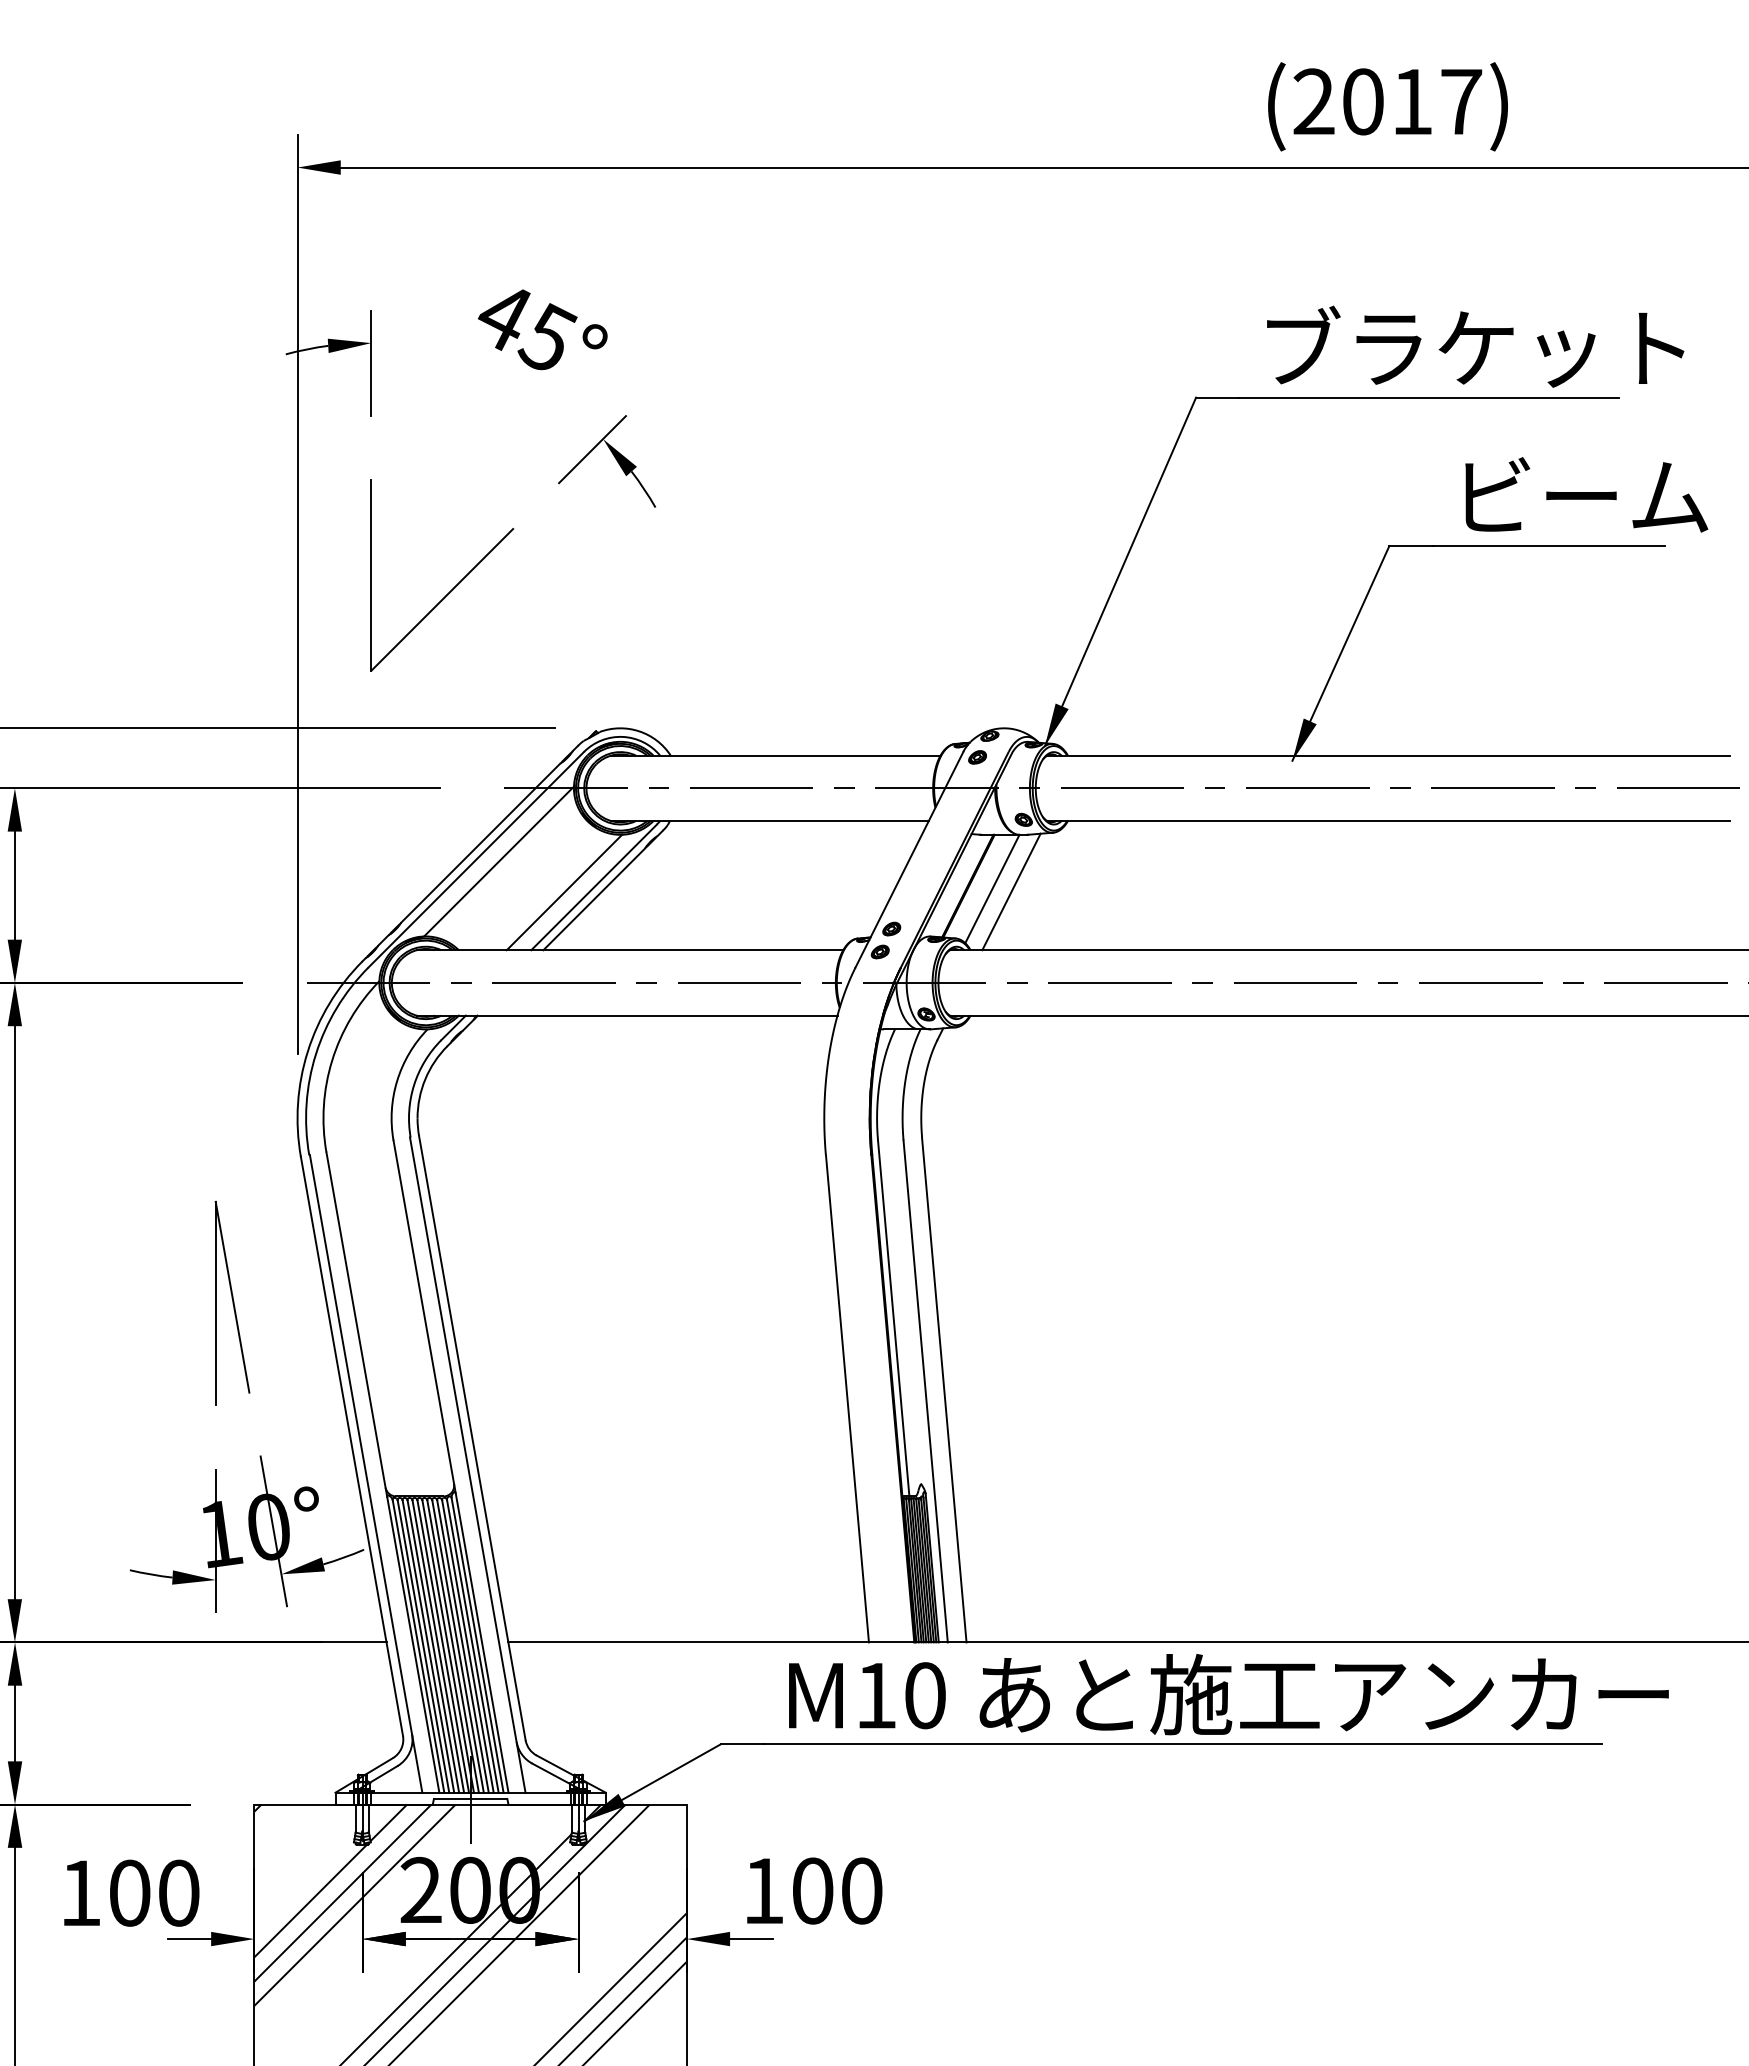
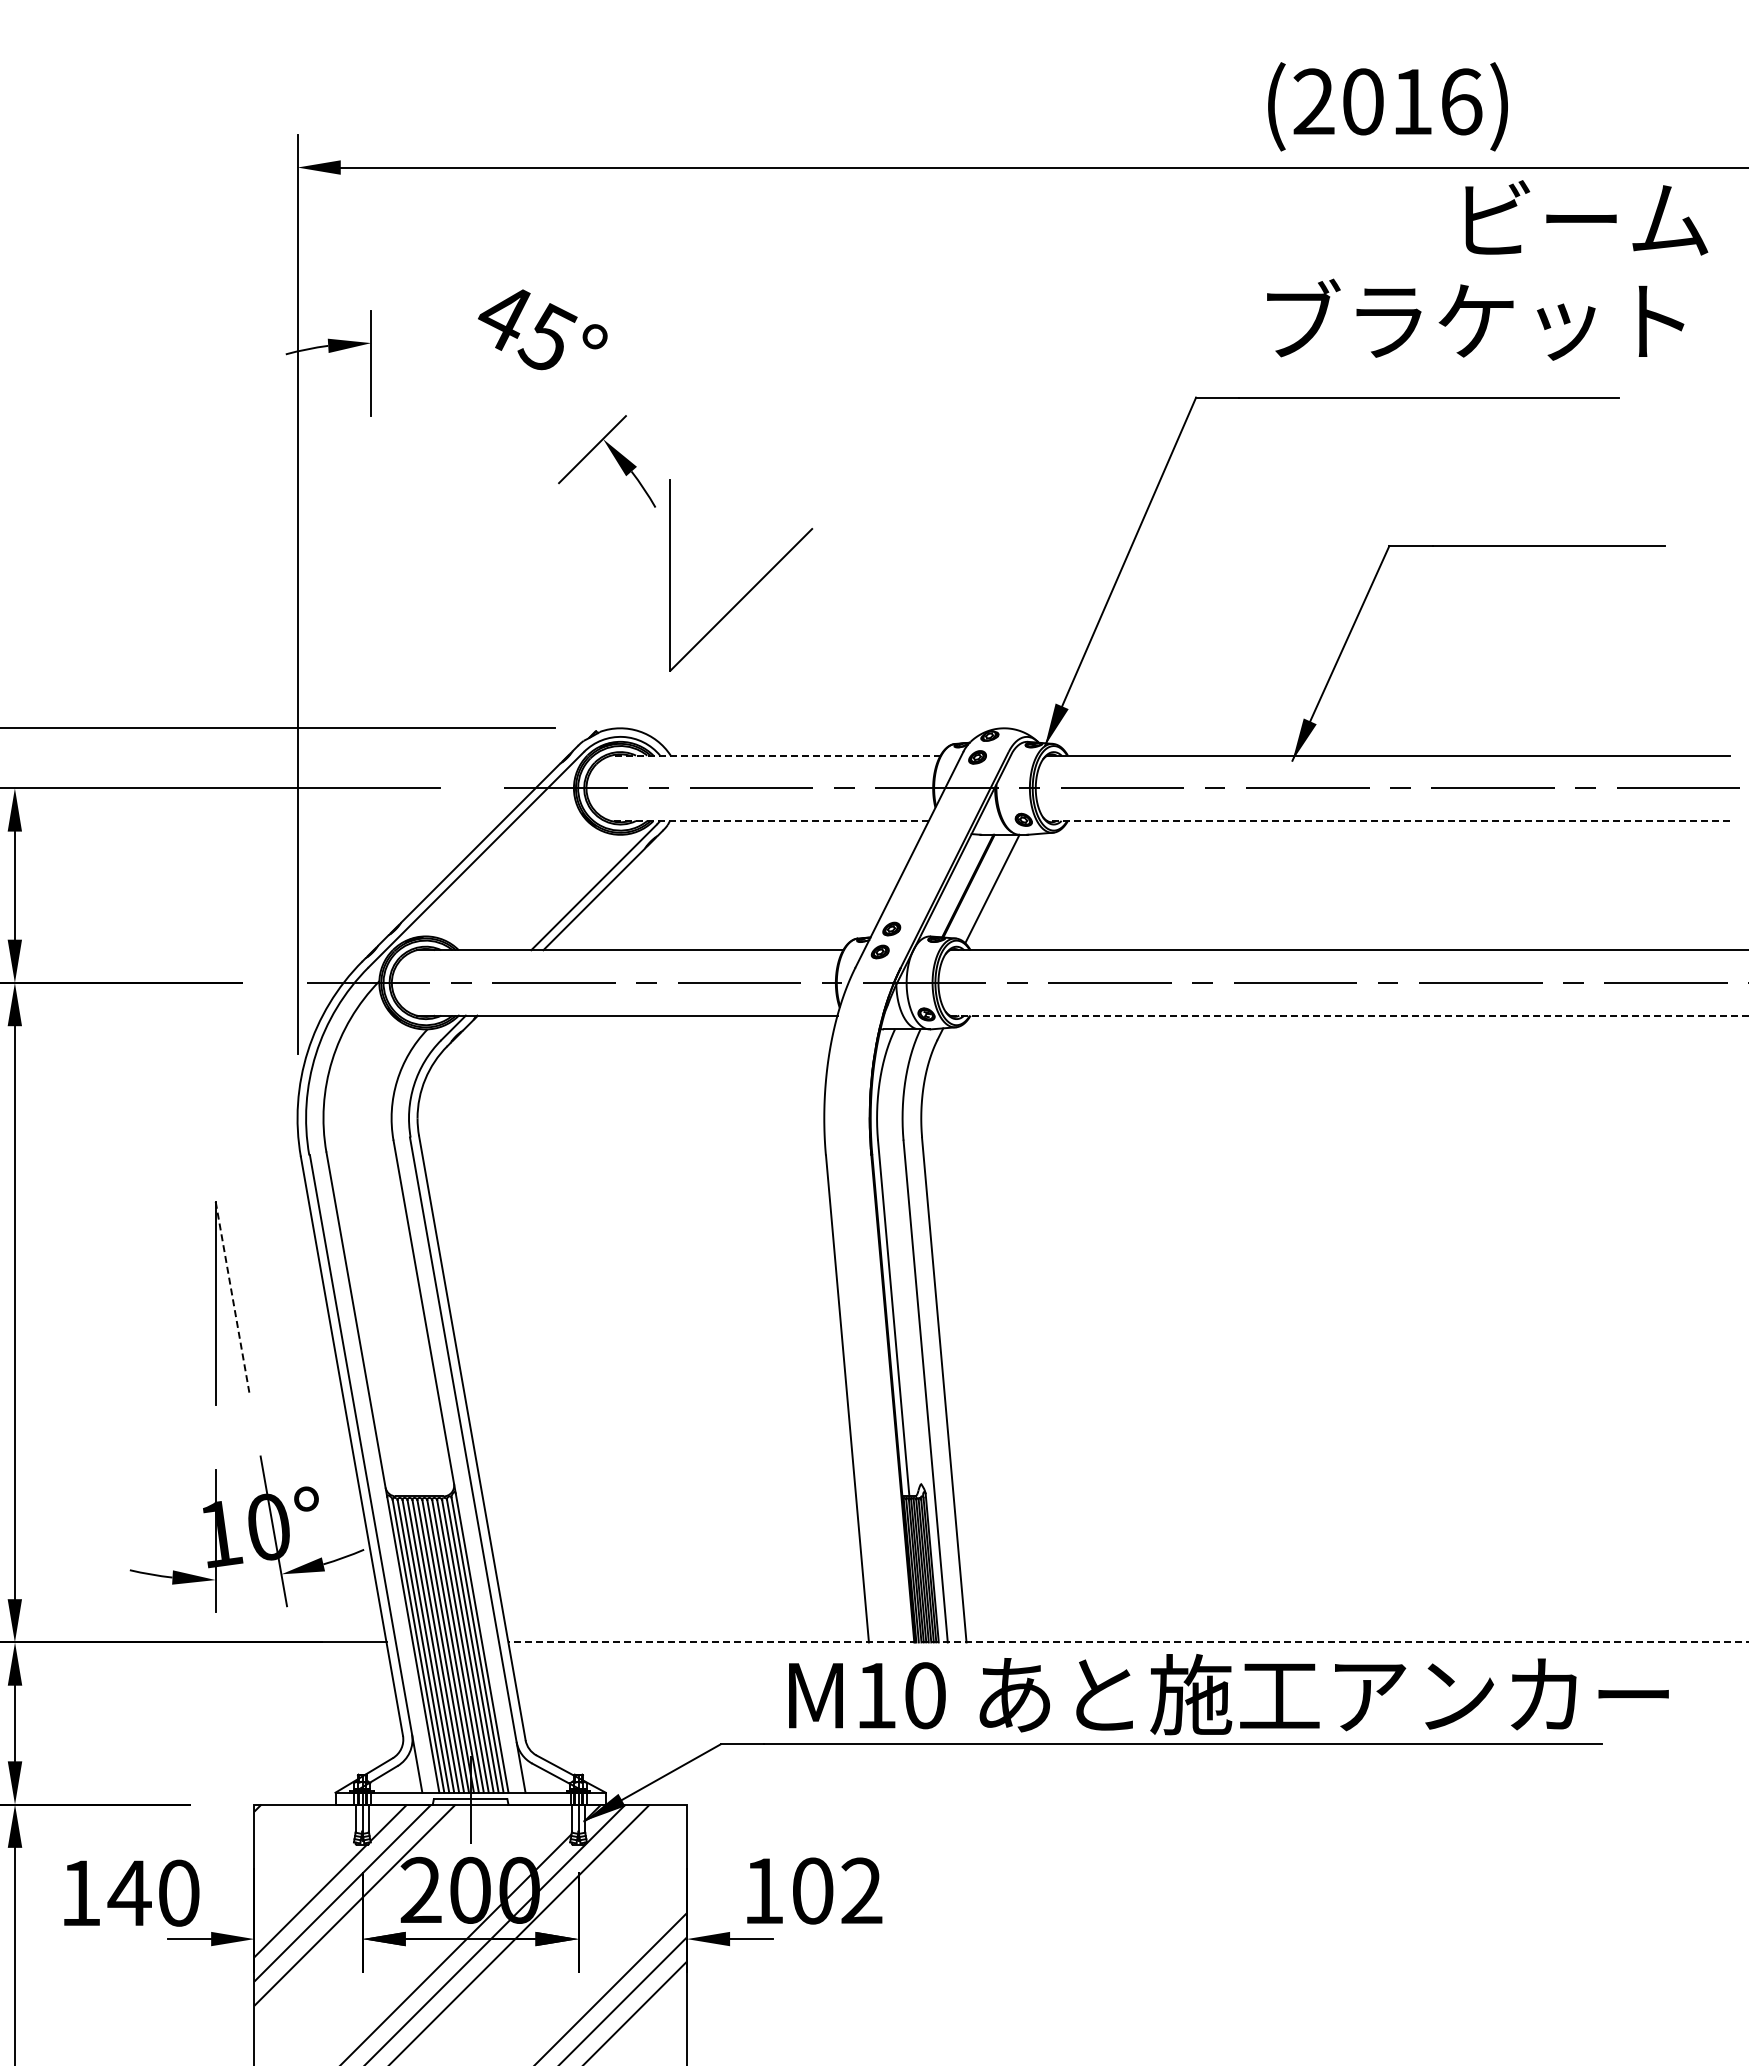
text at (1461, 101): (2017) -> (2016)
text at (1475, 346) position: (1475, 346) -> (1475, 319)
text at (1586, 494) position: (1586, 494) -> (1586, 217)
part at (454, 586) position: (454, 586) -> (753, 586)
line at (775, 755): solid -> dashed
line at (770, 821): solid -> dashed
line at (1388, 821): solid -> dashed
line at (498, 861): present -> none
line at (1011, 891): present -> none
line at (564, 892): present -> none
line at (1348, 1015): solid -> dashed
line at (232, 1297): solid -> dashed
line at (1128, 1642): solid -> dashed
text at (861, 1890): 100 -> 102
text at (129, 1892): 100 -> 140
